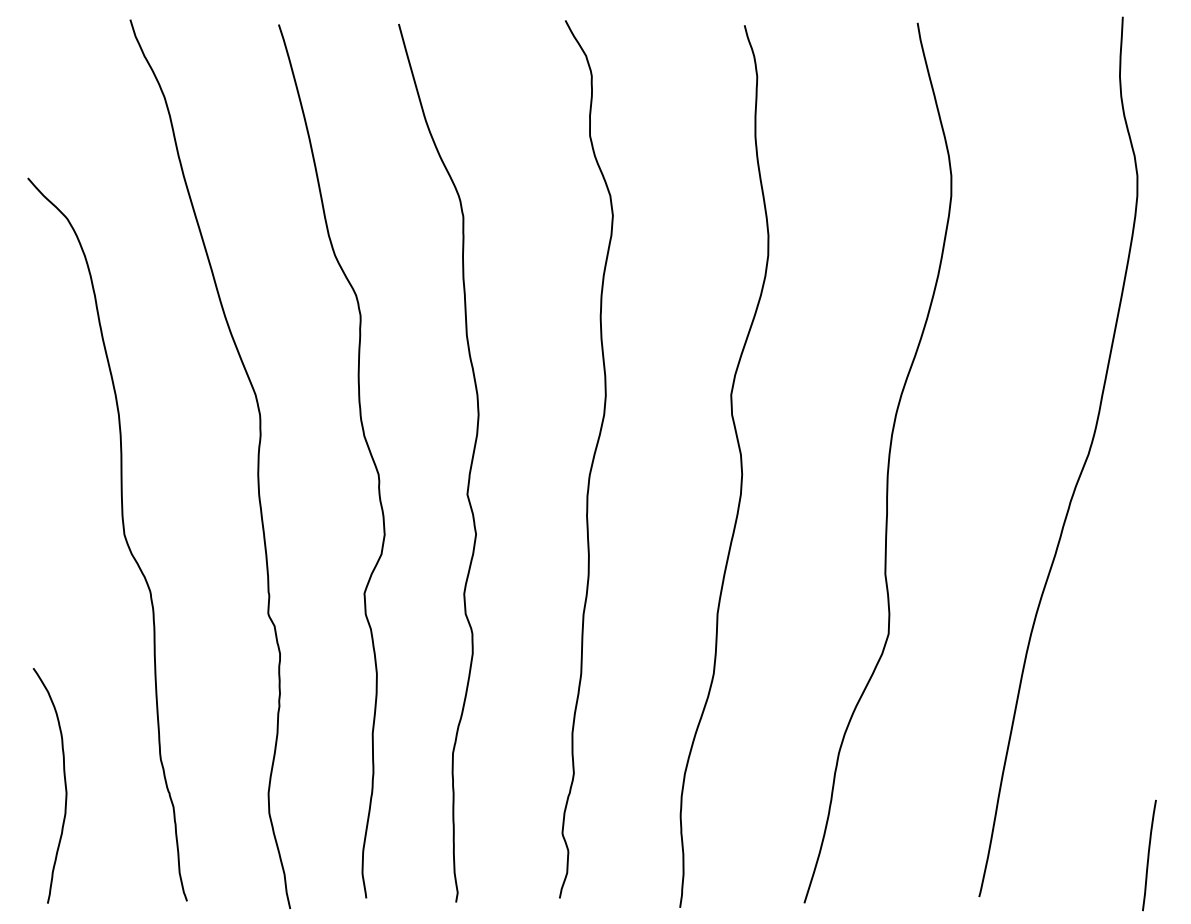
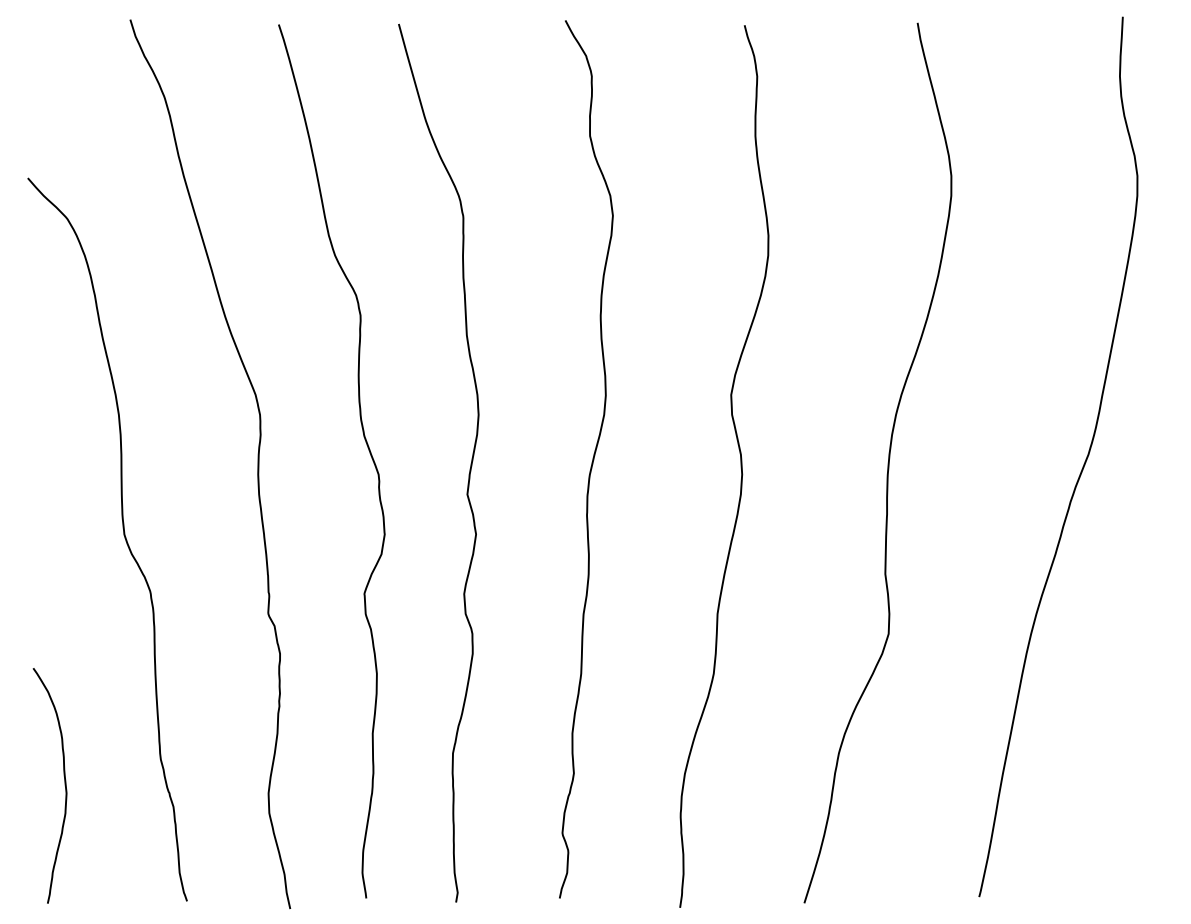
curve at (1149, 855): present -> none
